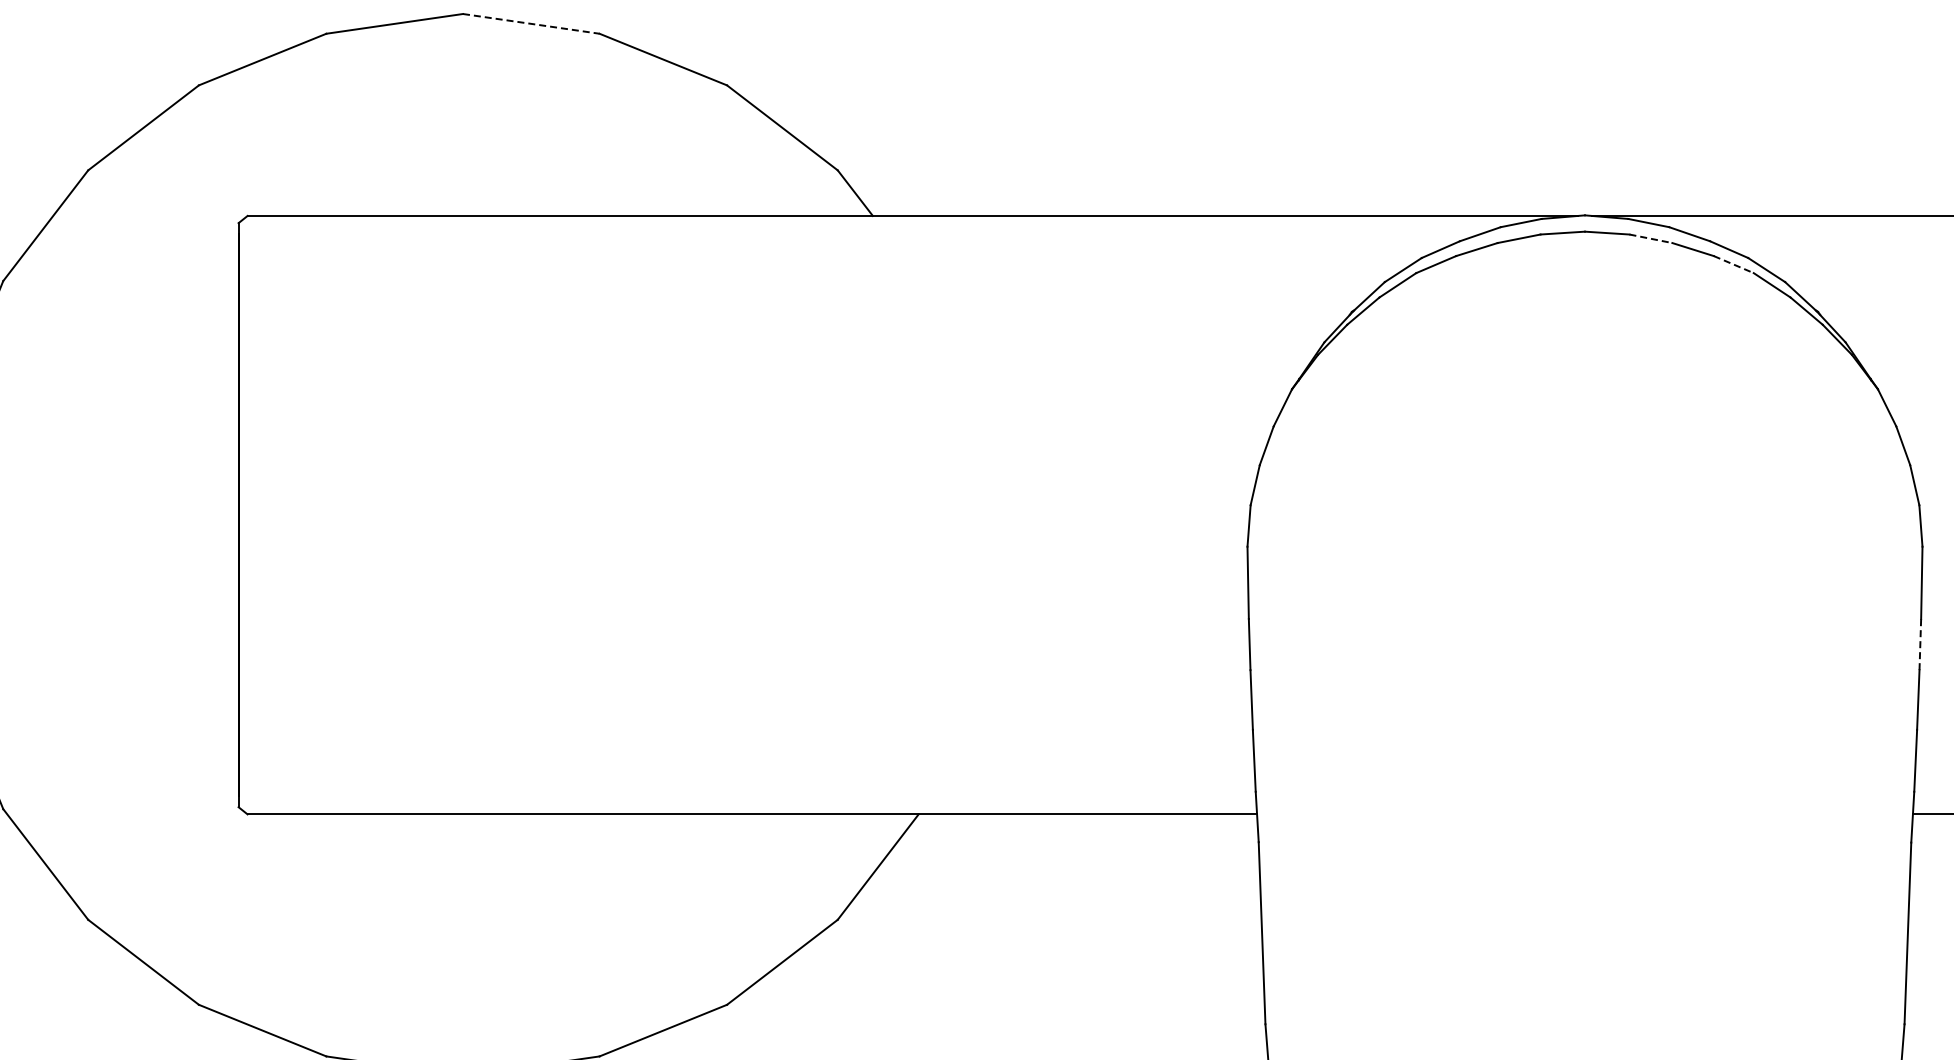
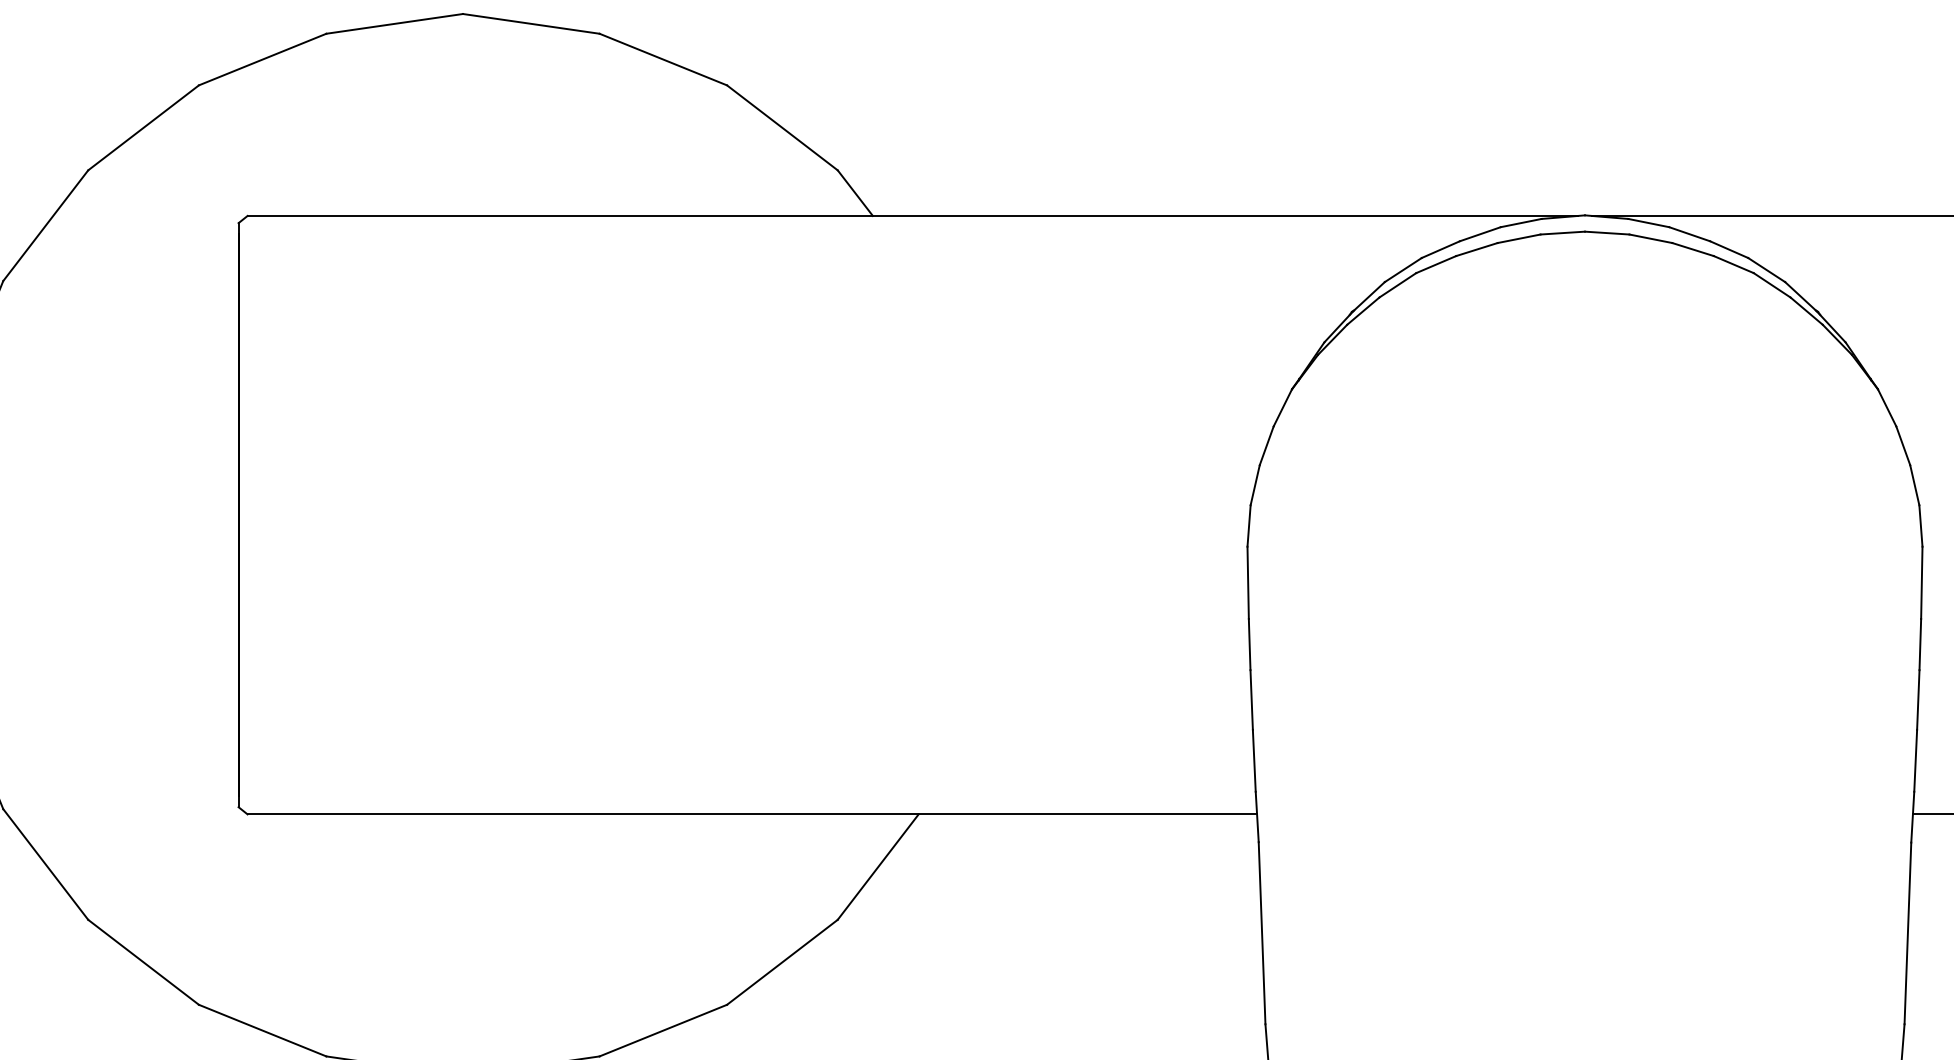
line at (531, 23): dashed -> solid
line at (1650, 238): dashed -> solid
line at (1733, 264): dashed -> solid
line at (1920, 644): dashed -> solid
